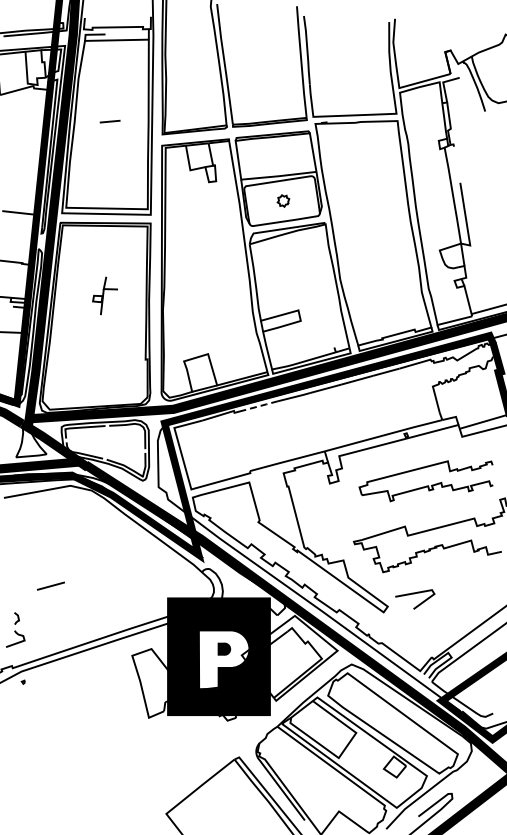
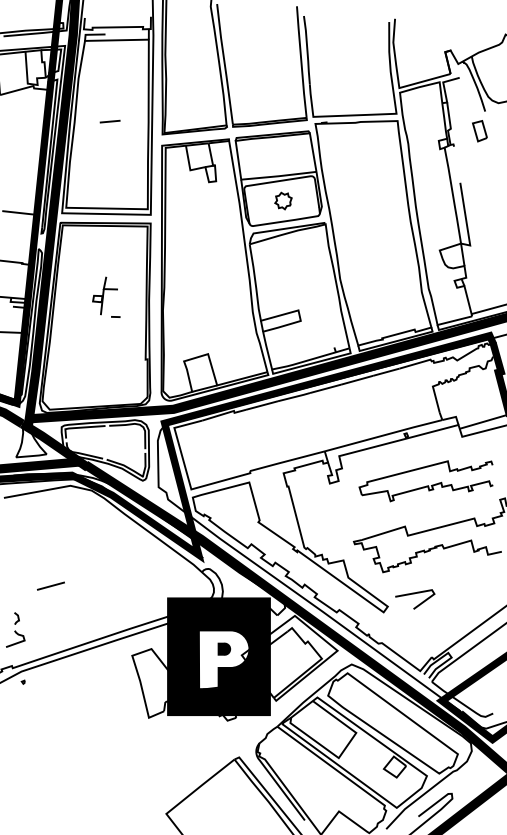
part at (479, 131): none -> present
part at (283, 200) size: 15x14 px -> 19x20 px
line at (115, 316): none -> present
line at (261, 405): dashed -> solid
